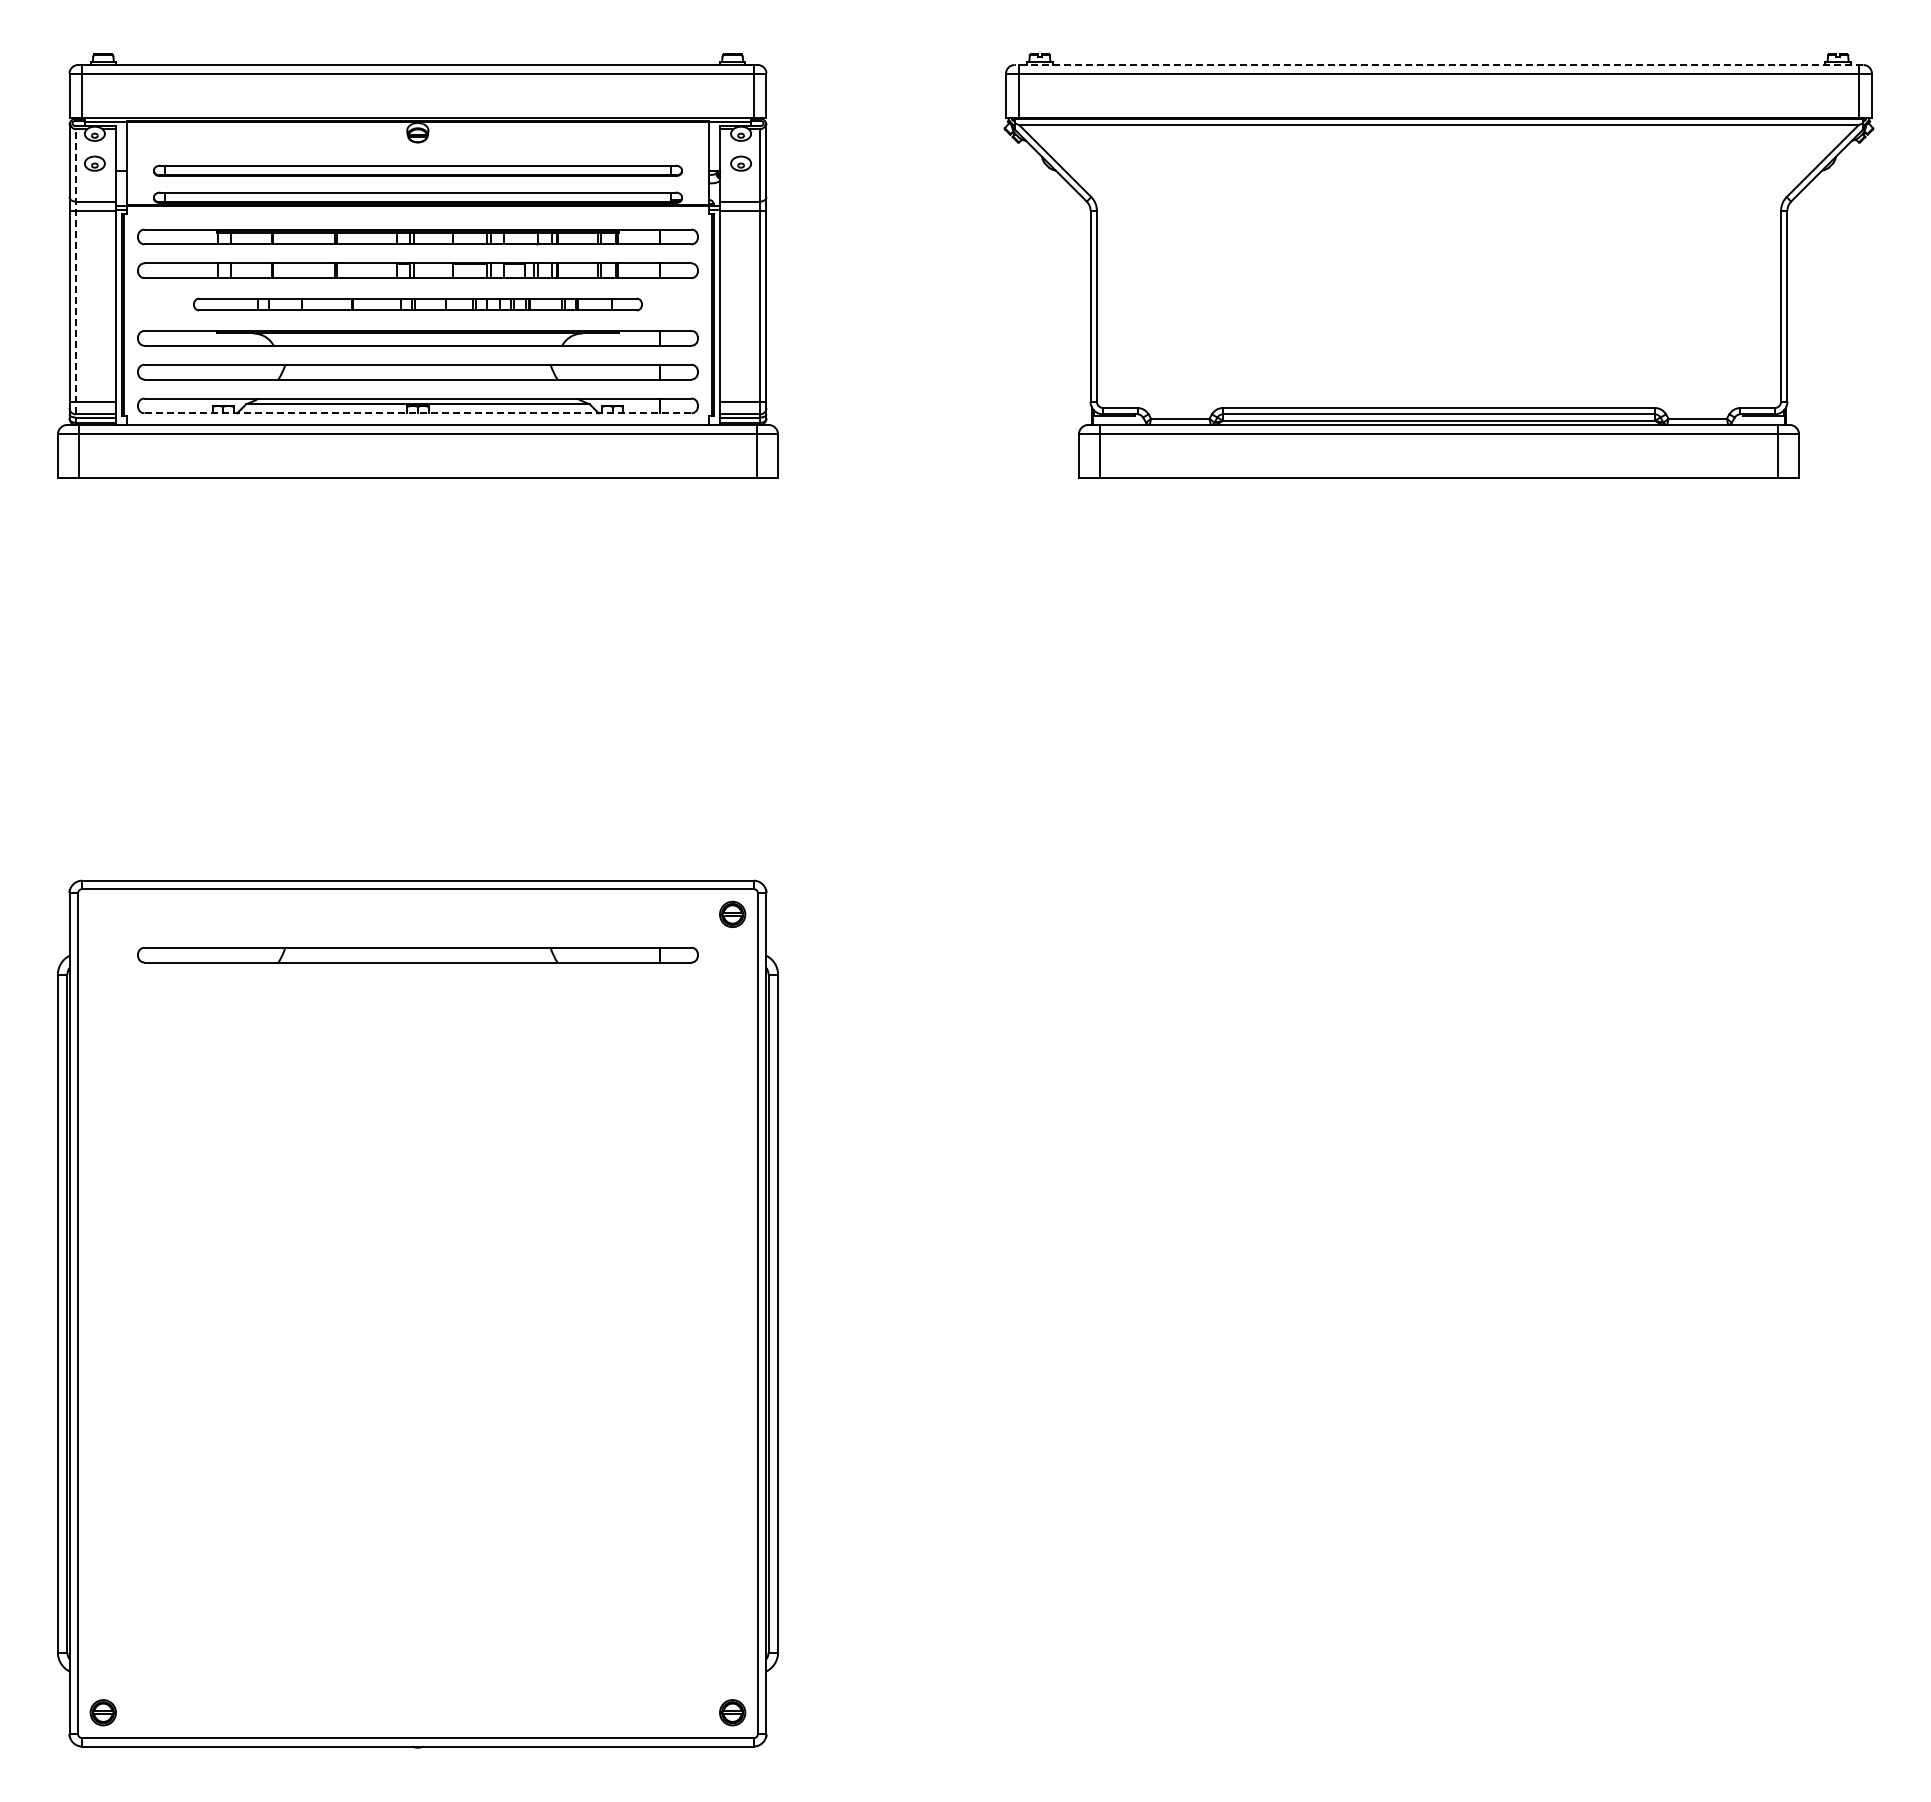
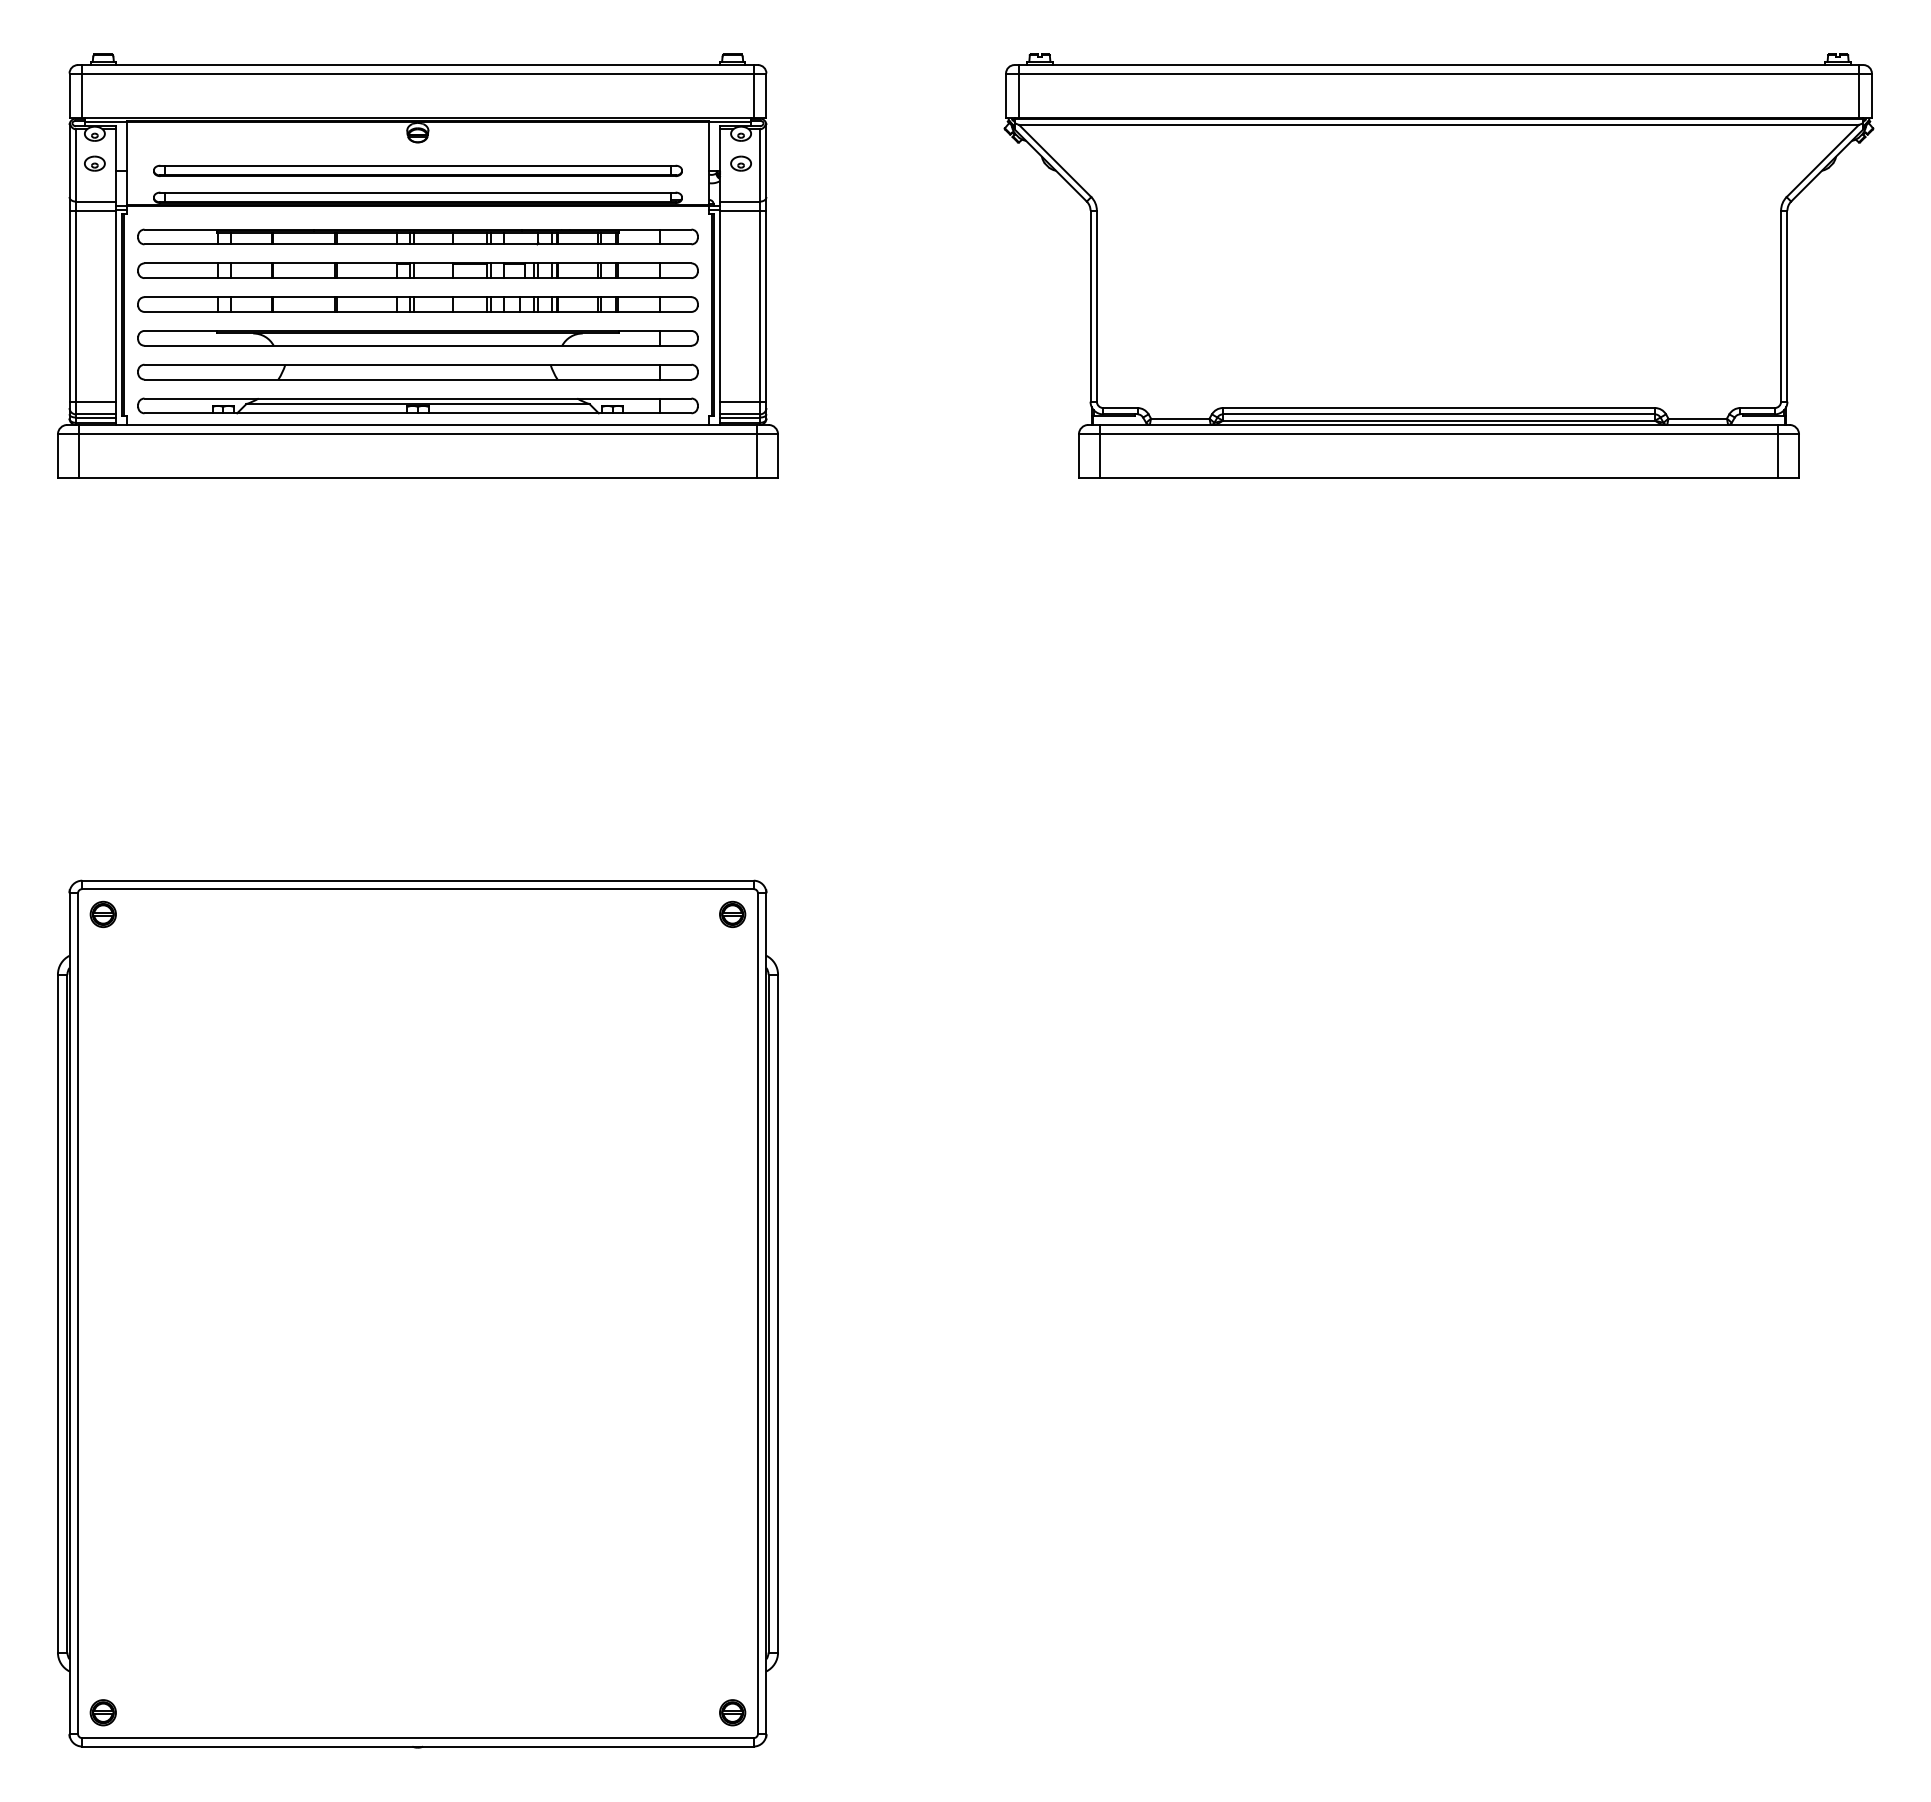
line at (1438, 65): dashed -> solid
line at (75, 277): dashed -> solid
part at (417, 304) size: 450x15 px -> 562x17 px
line at (417, 413): dashed -> solid
part at (102, 913): none -> present
part at (417, 954): present -> none
